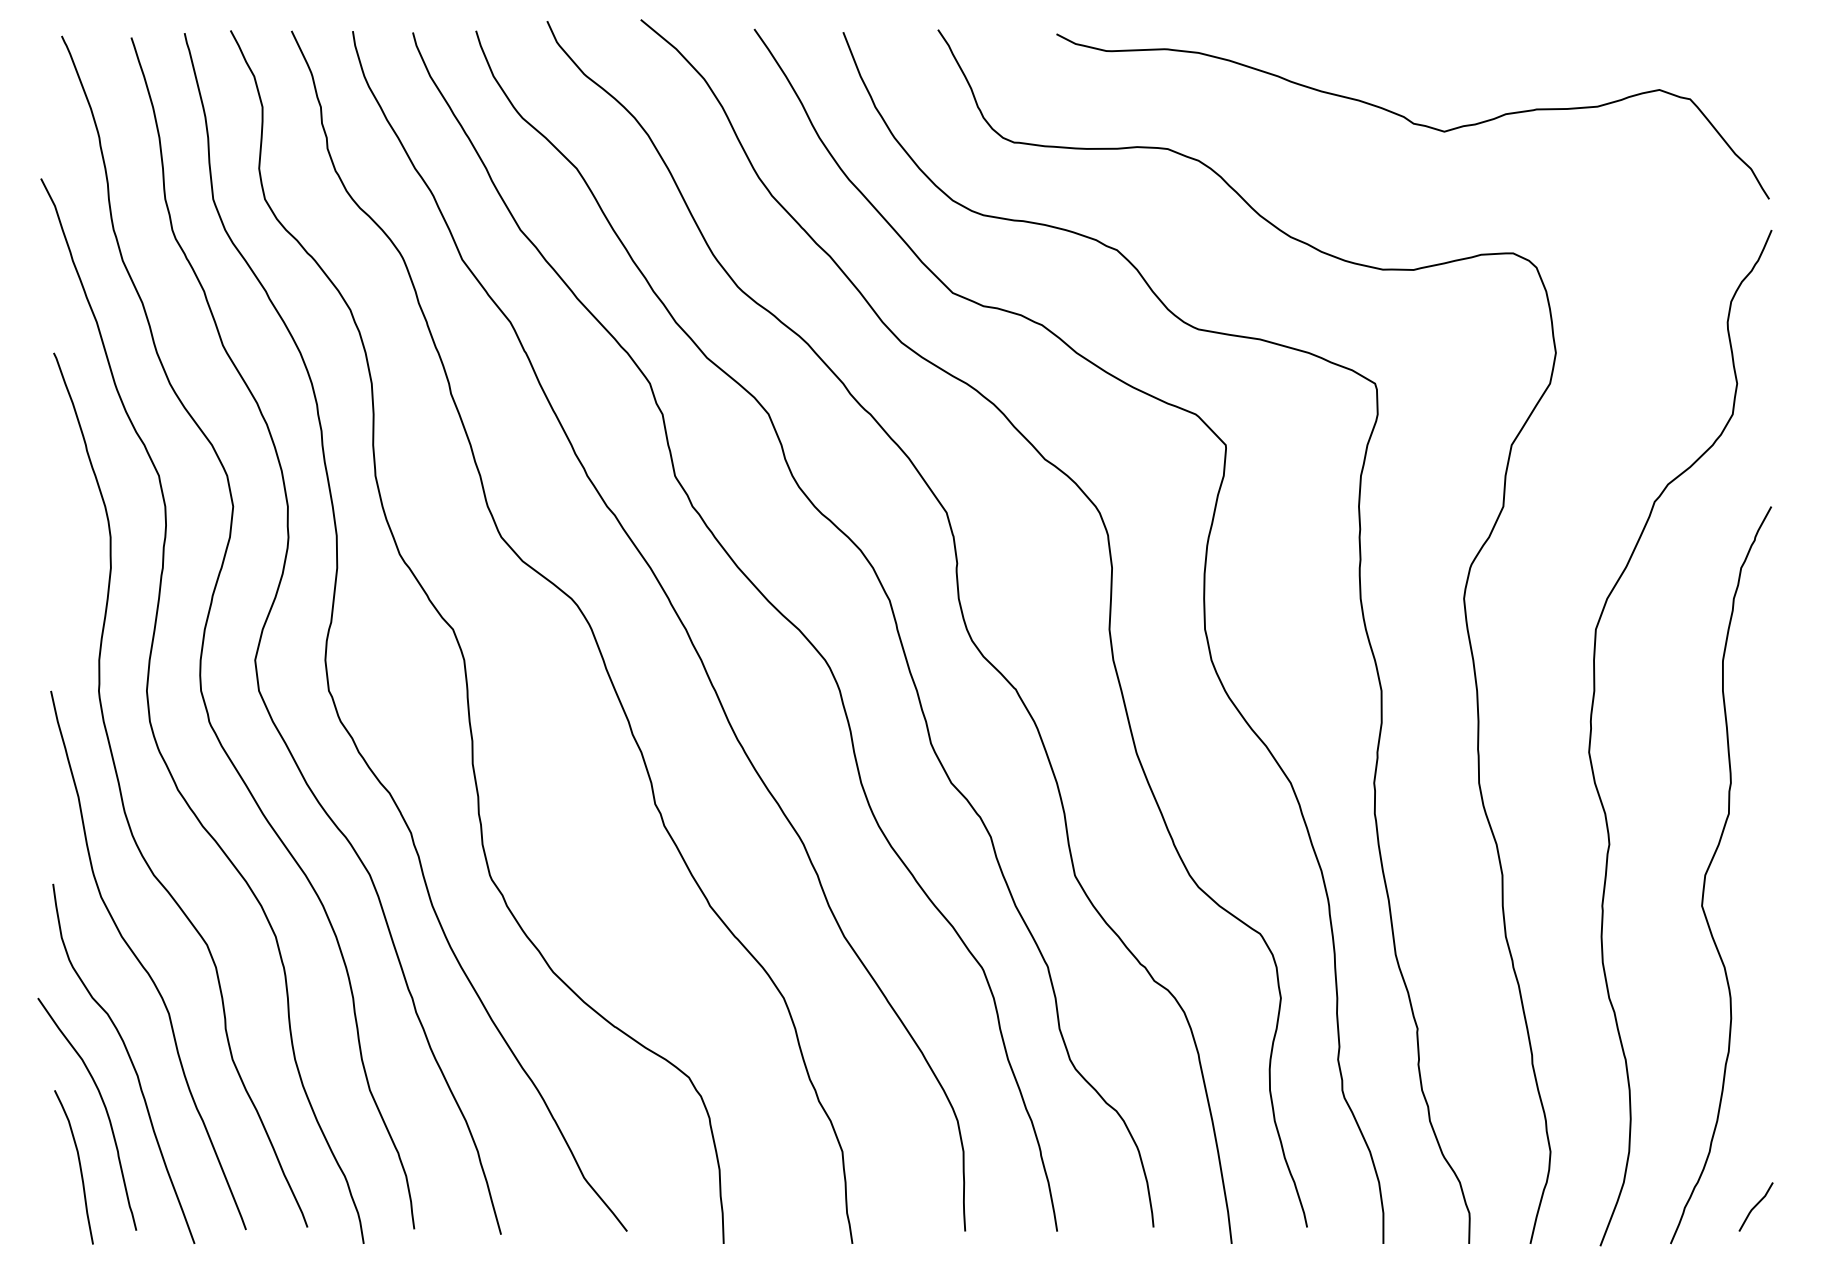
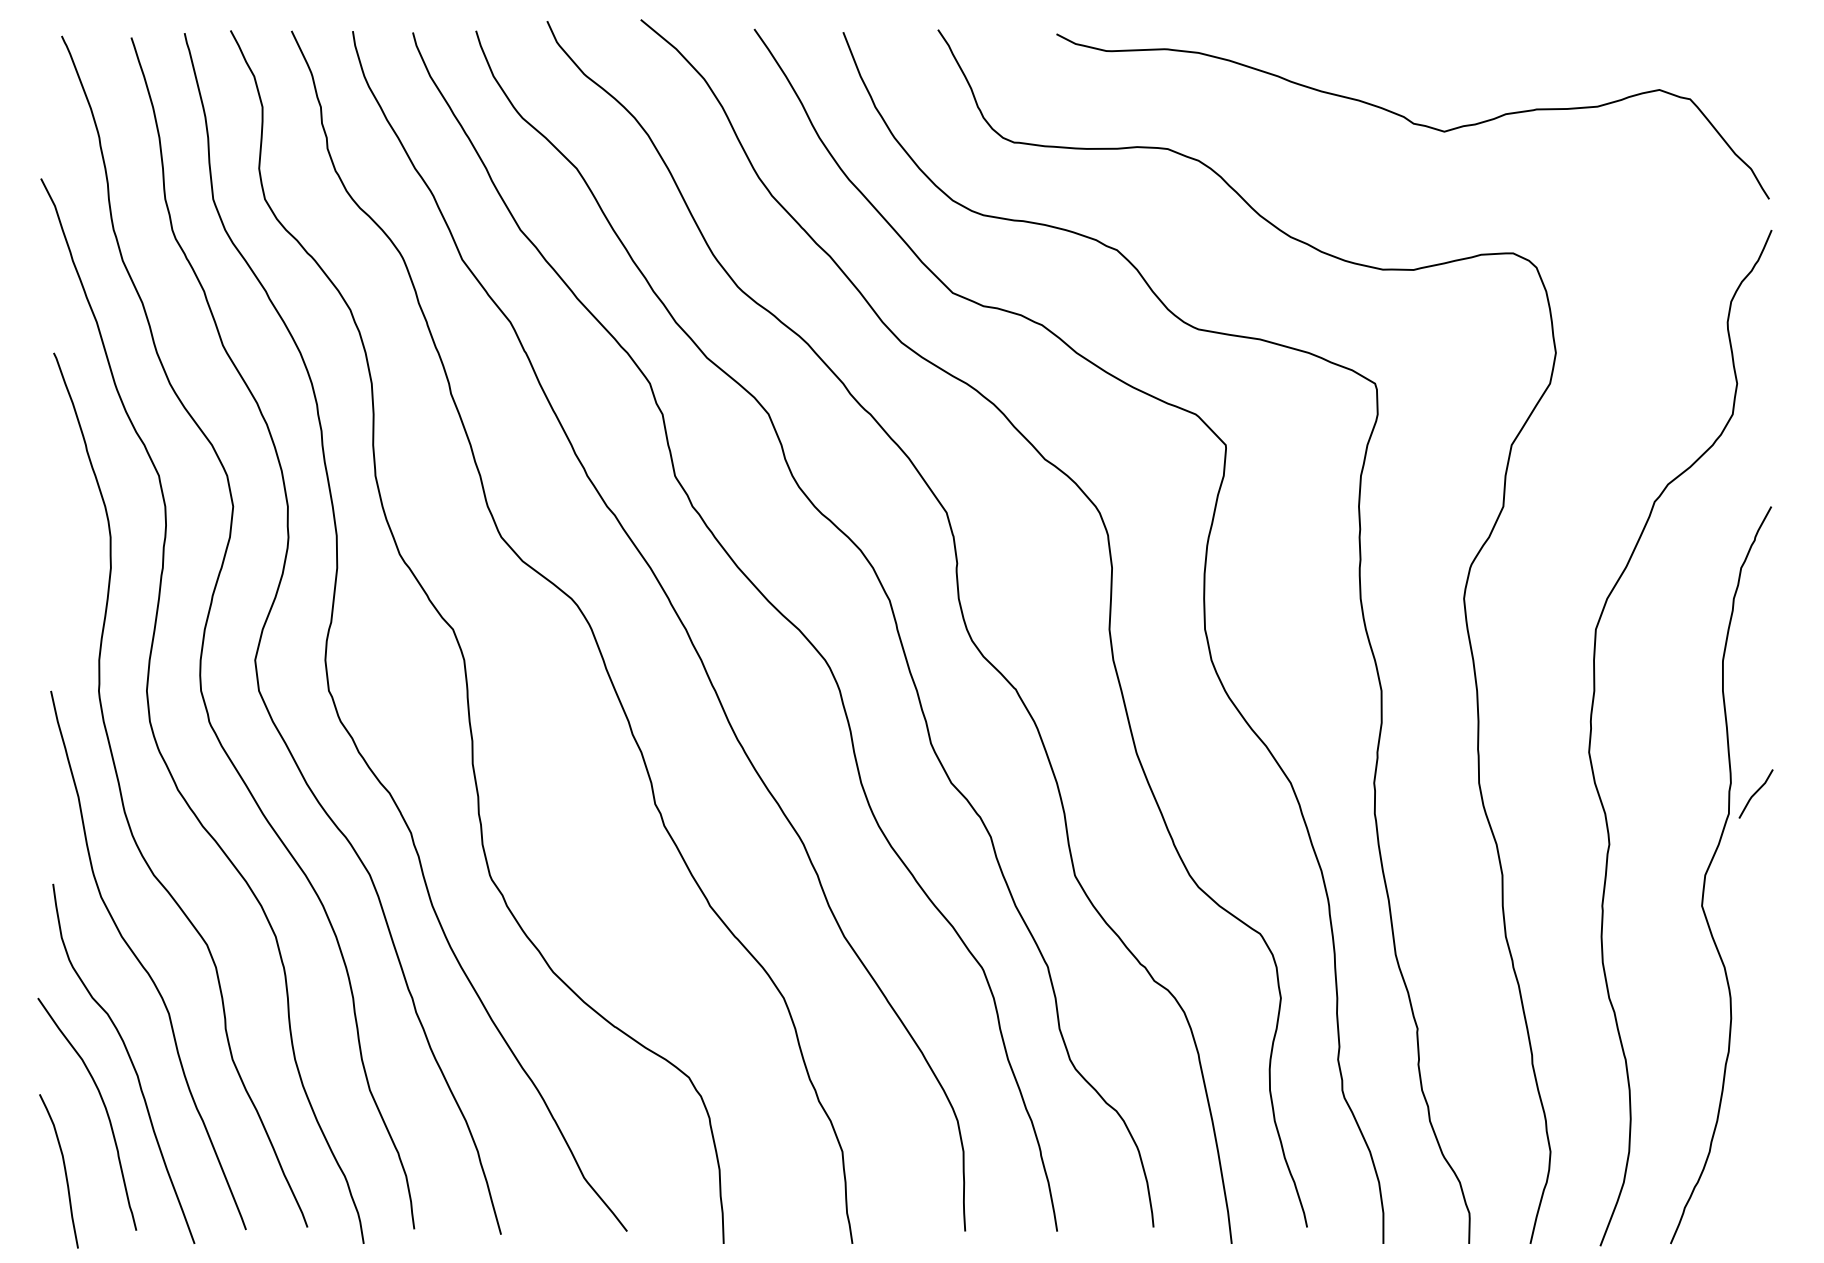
curve at (79, 1167) position: (79, 1167) -> (64, 1171)
line at (1755, 1206) position: (1755, 1206) -> (1755, 793)
